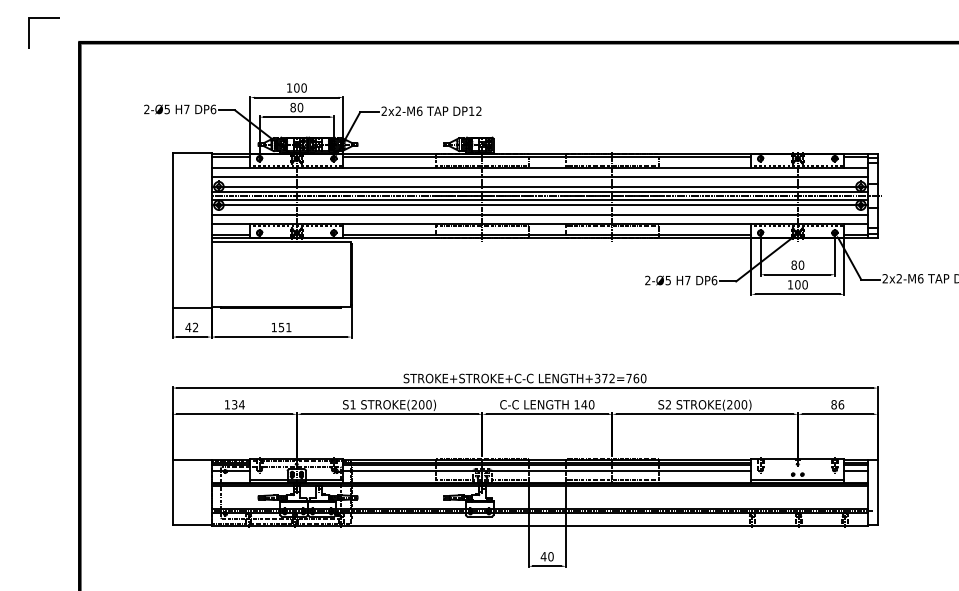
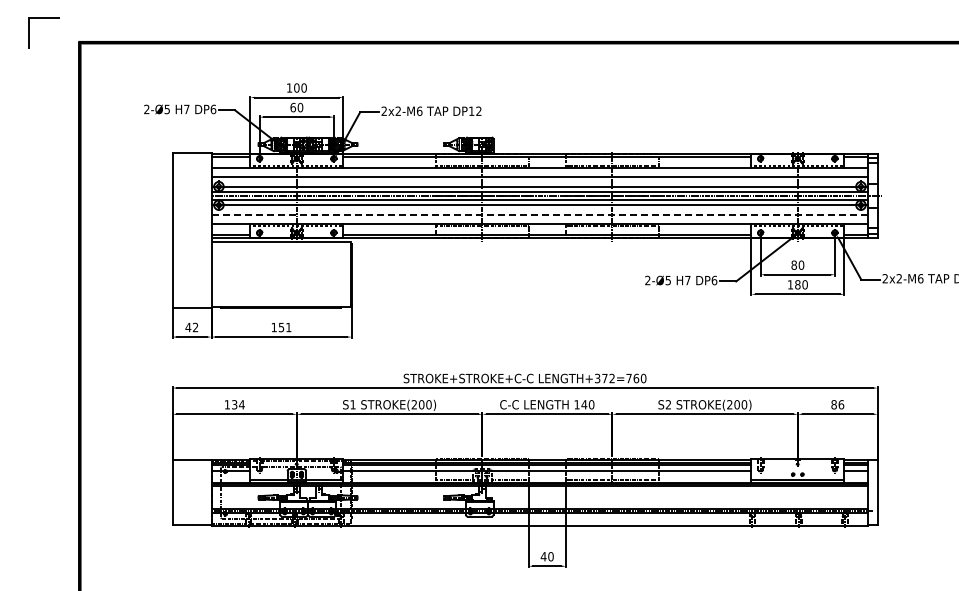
text at (292, 107): 80 -> 60
line at (539, 214): solid -> dashed
text at (797, 284): 100 -> 180
